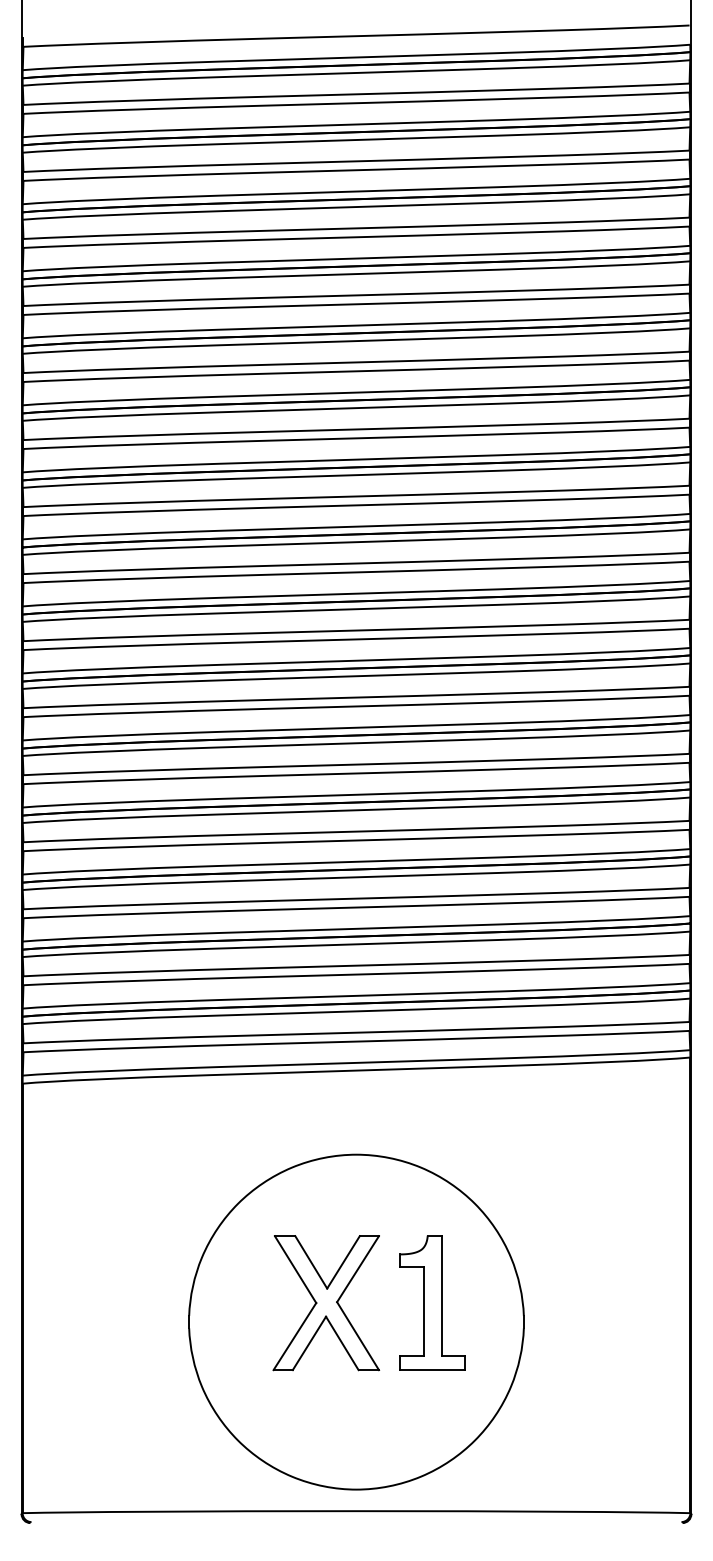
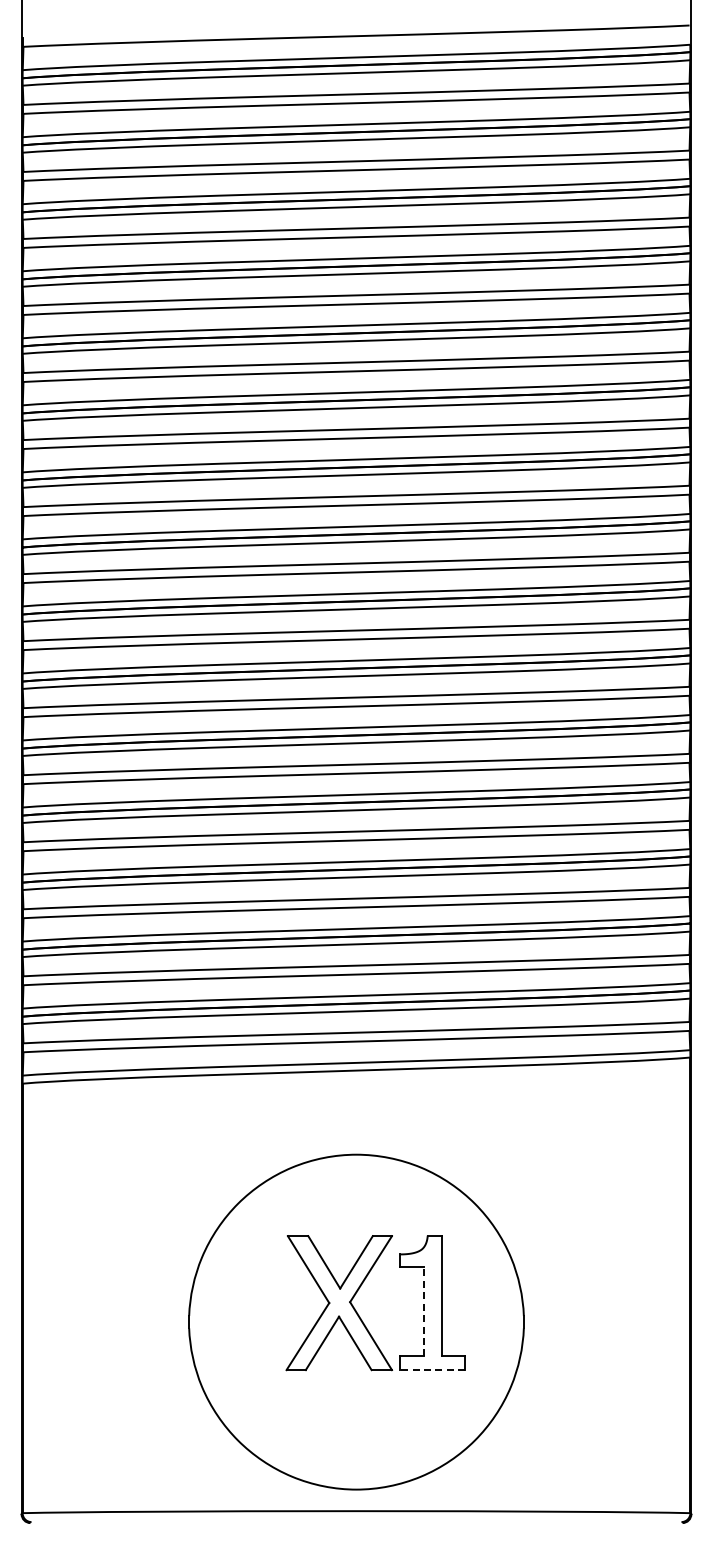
part at (326, 1303) position: (326, 1303) -> (339, 1303)
line at (424, 1311): solid -> dashed
line at (432, 1370): solid -> dashed
